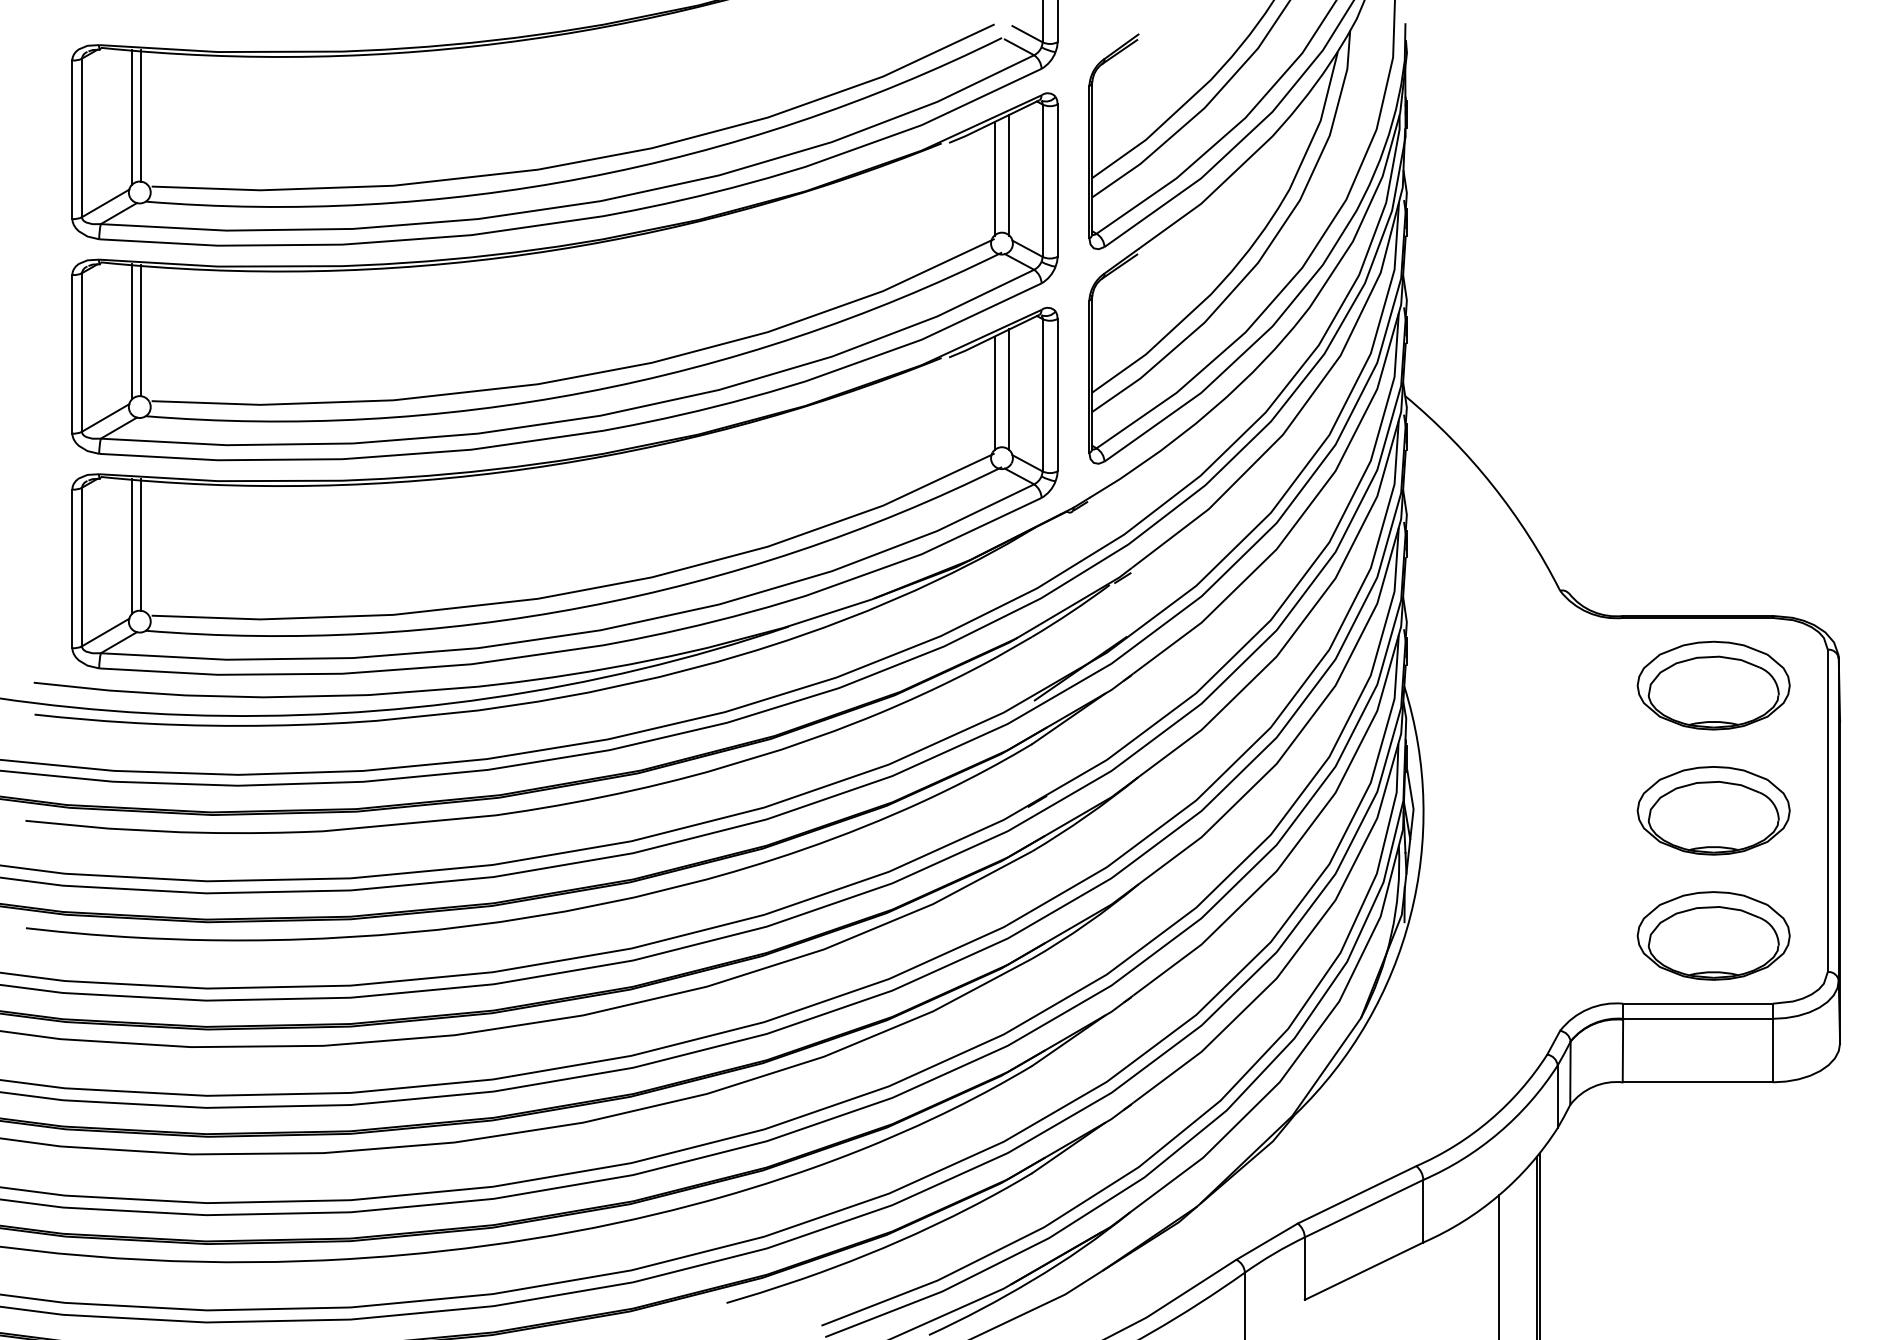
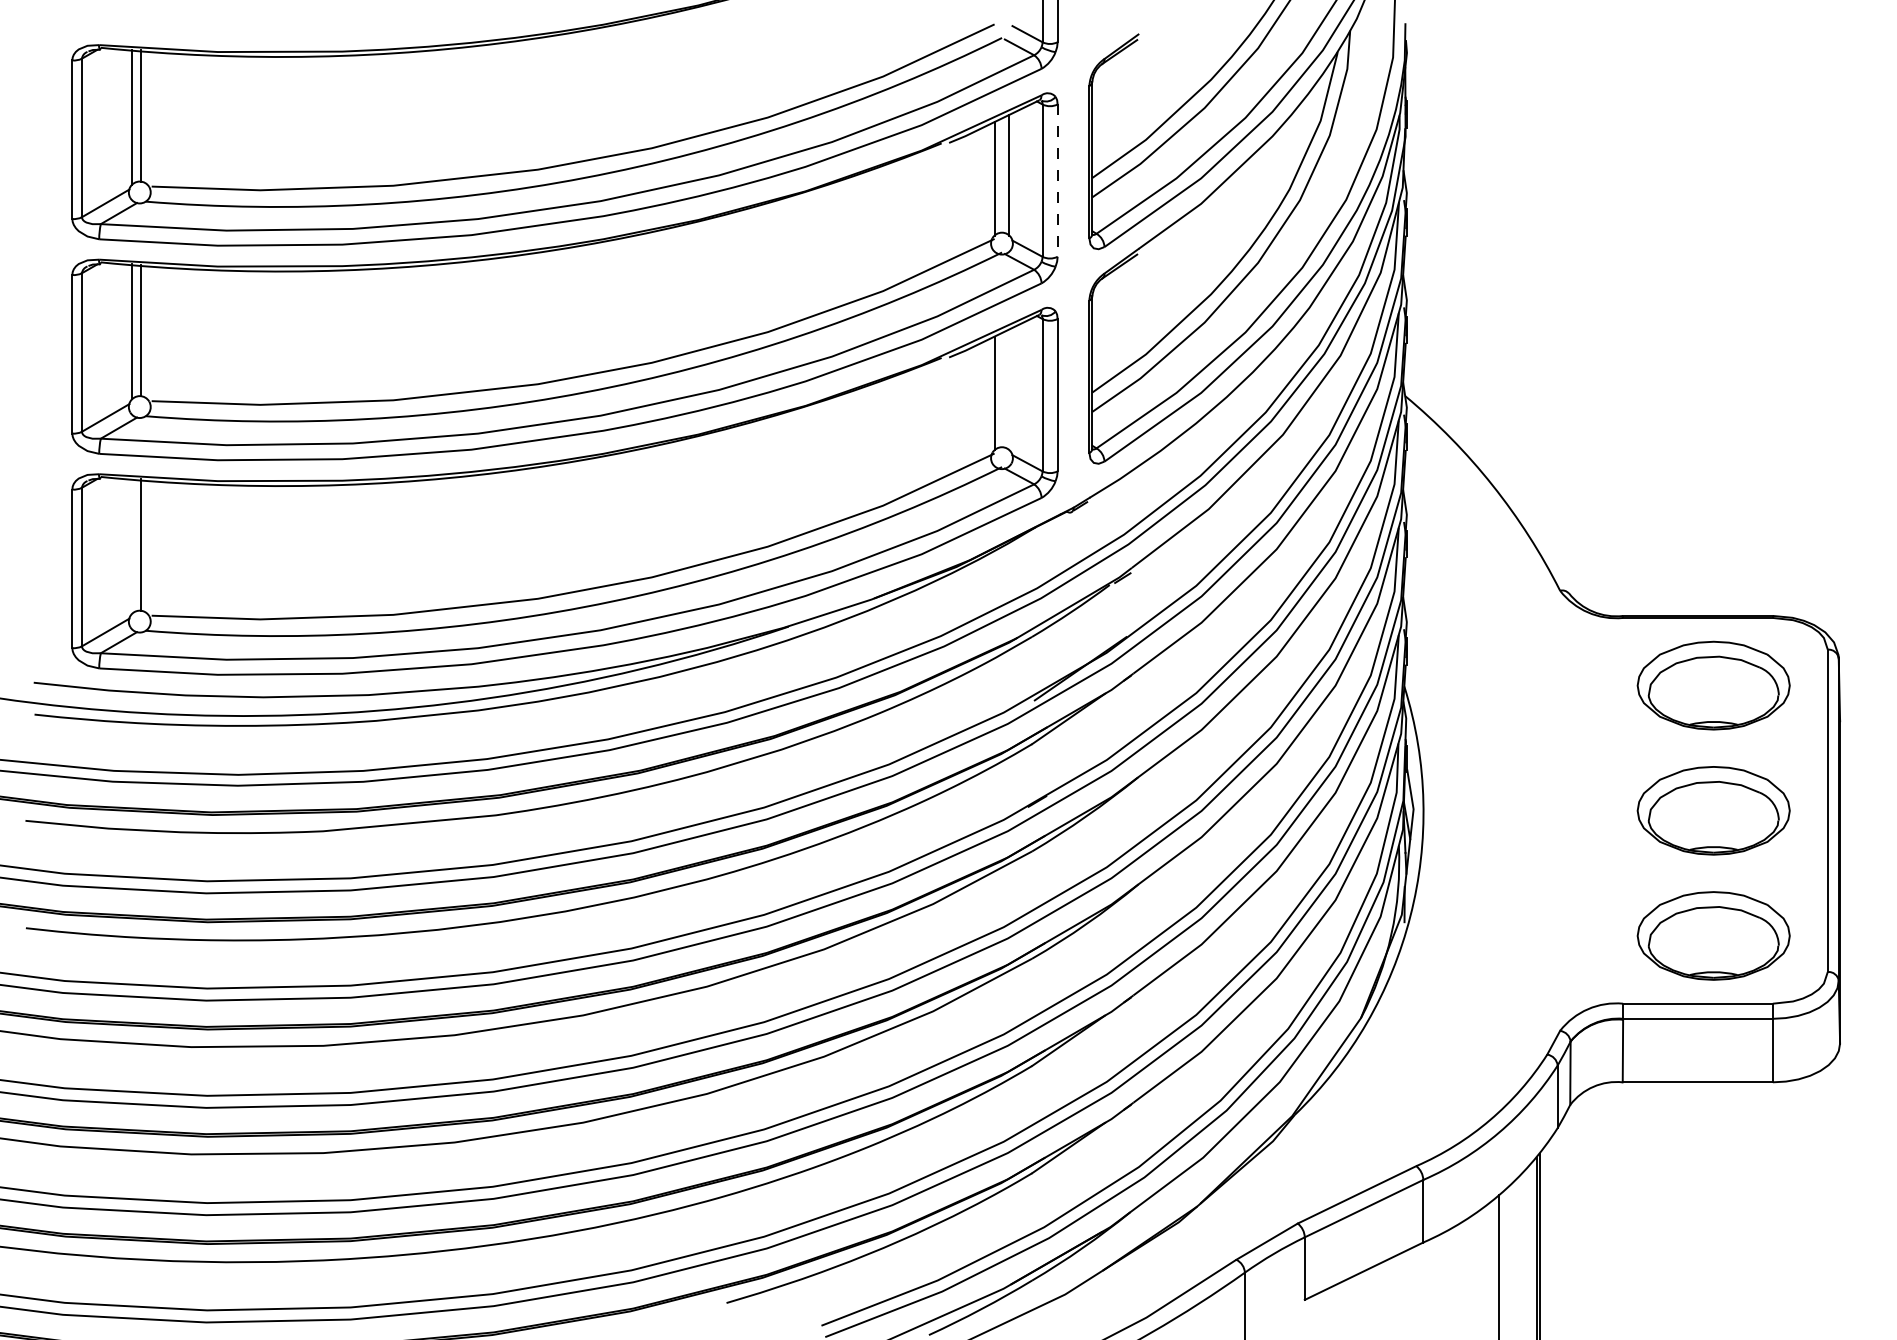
line at (1057, 181): solid -> dashed
line at (1009, 389): present -> none
line at (132, 545): present -> none
